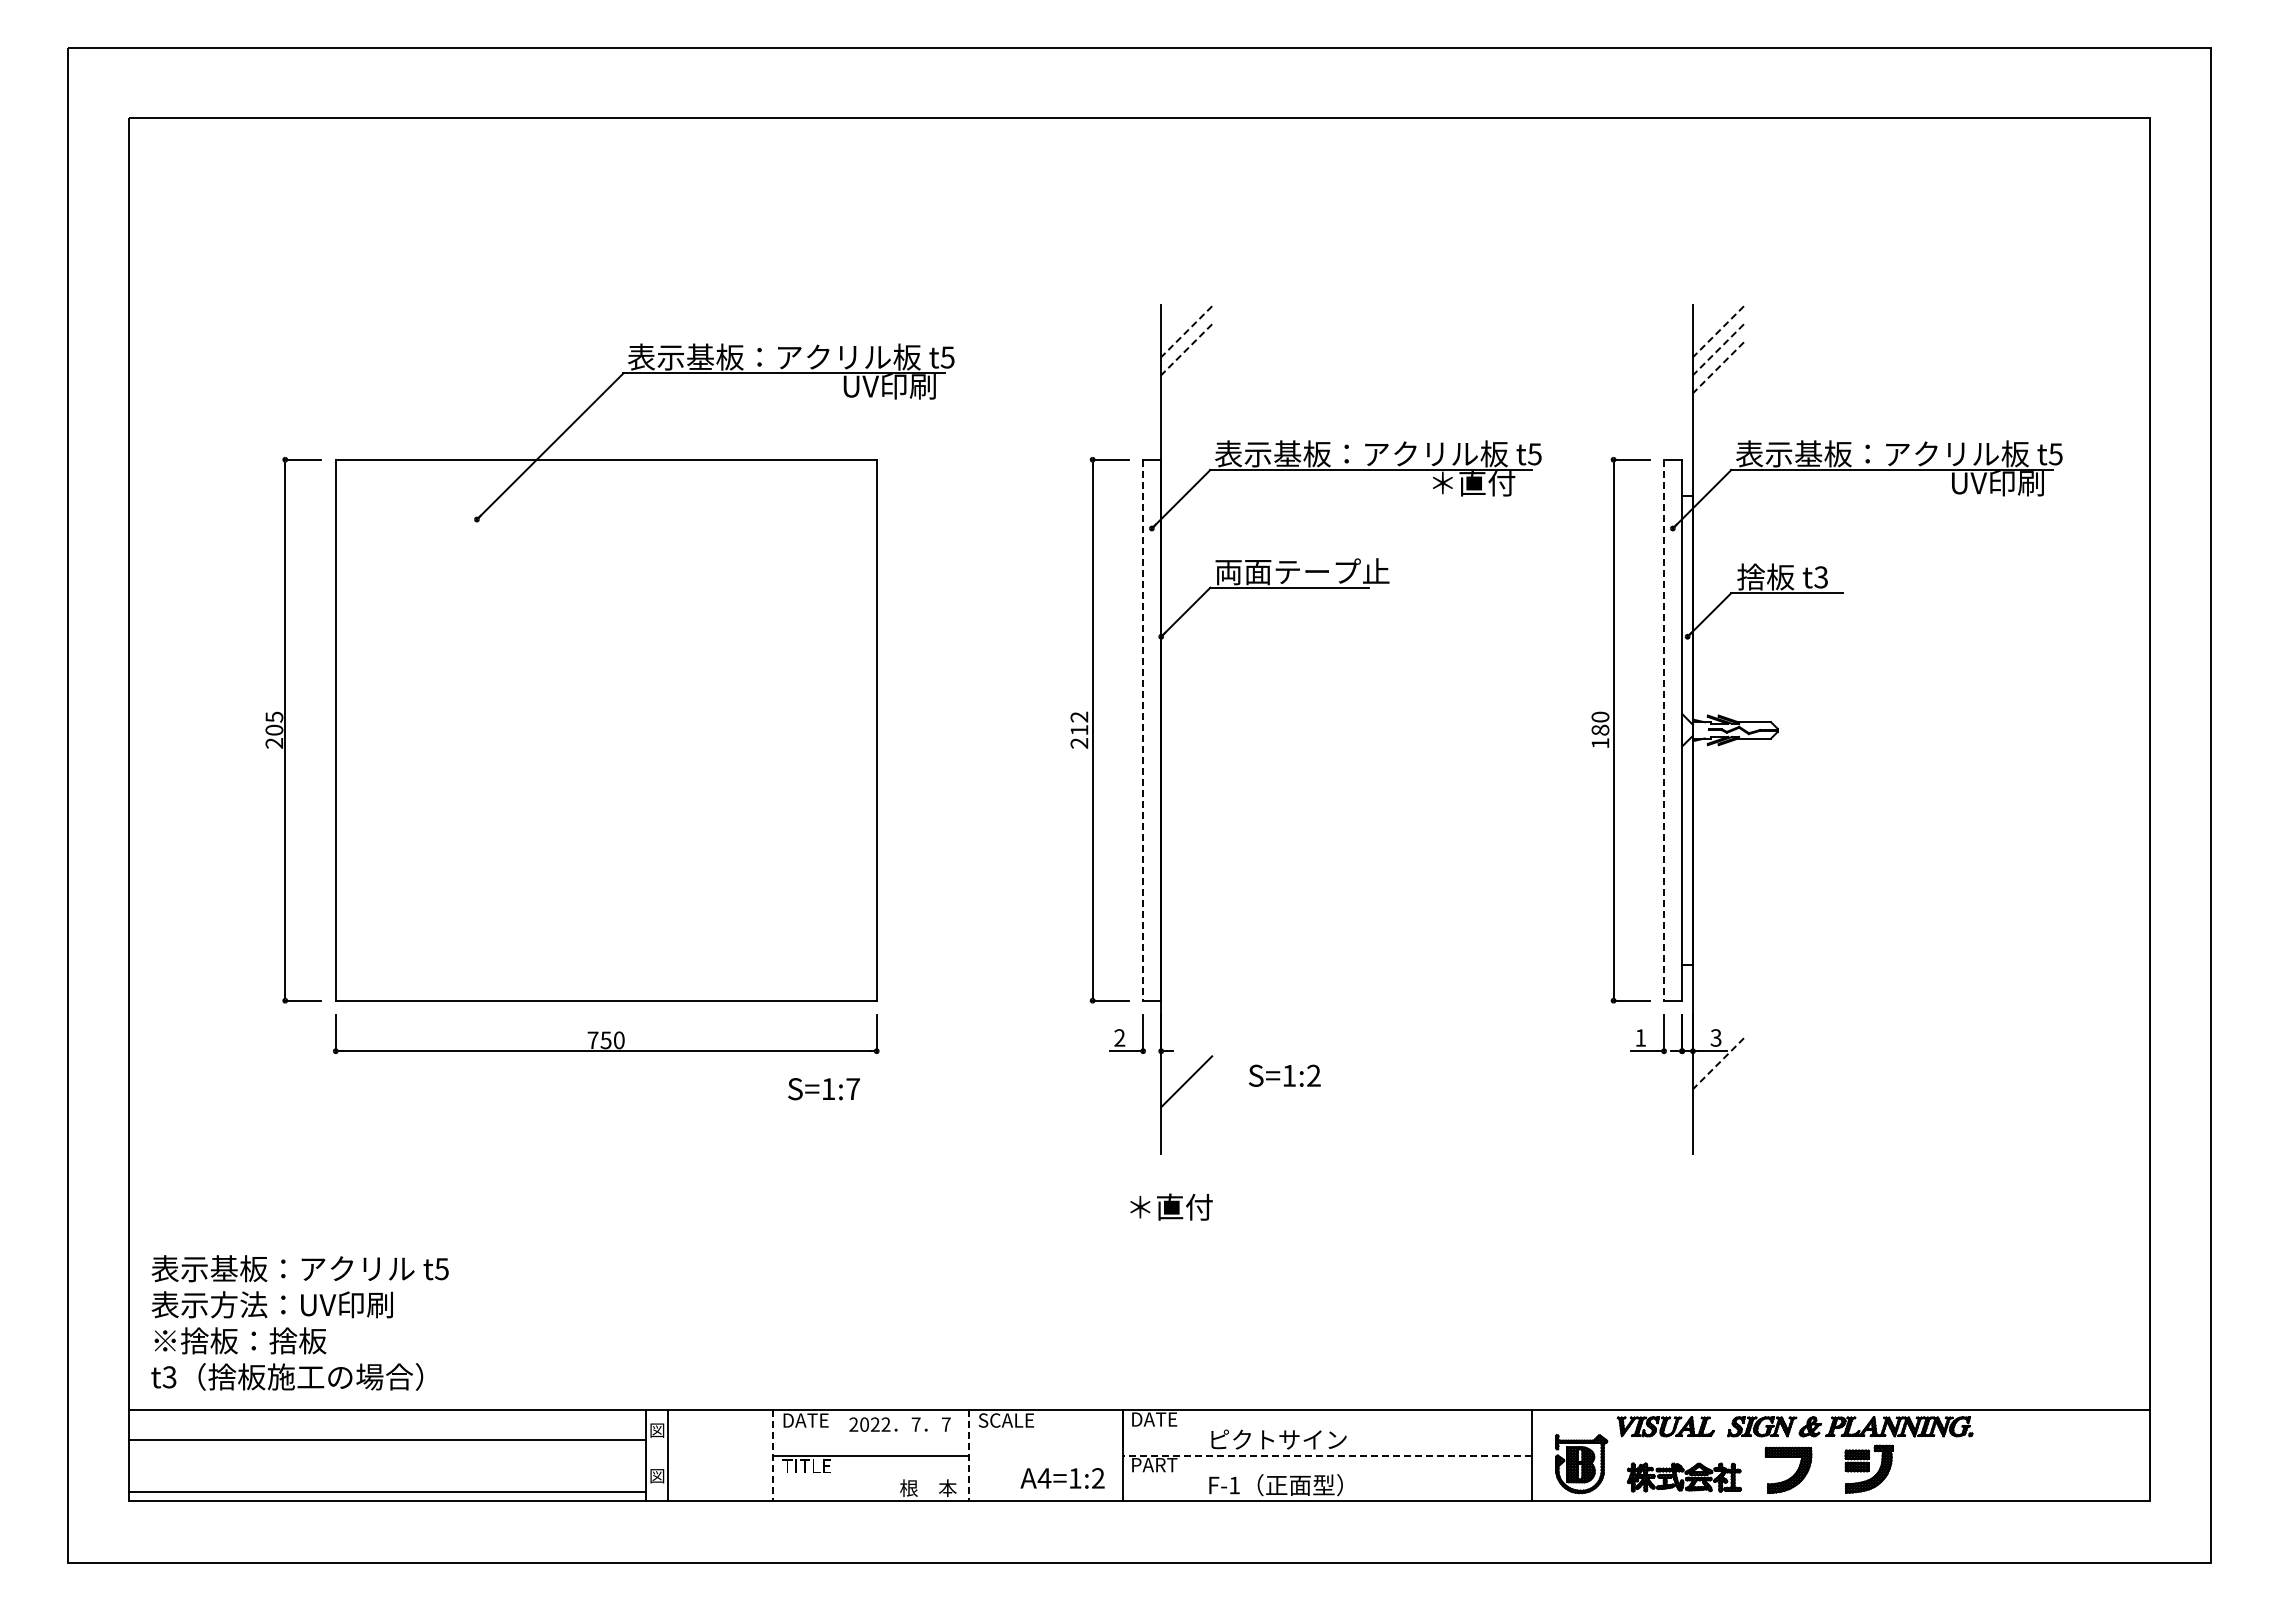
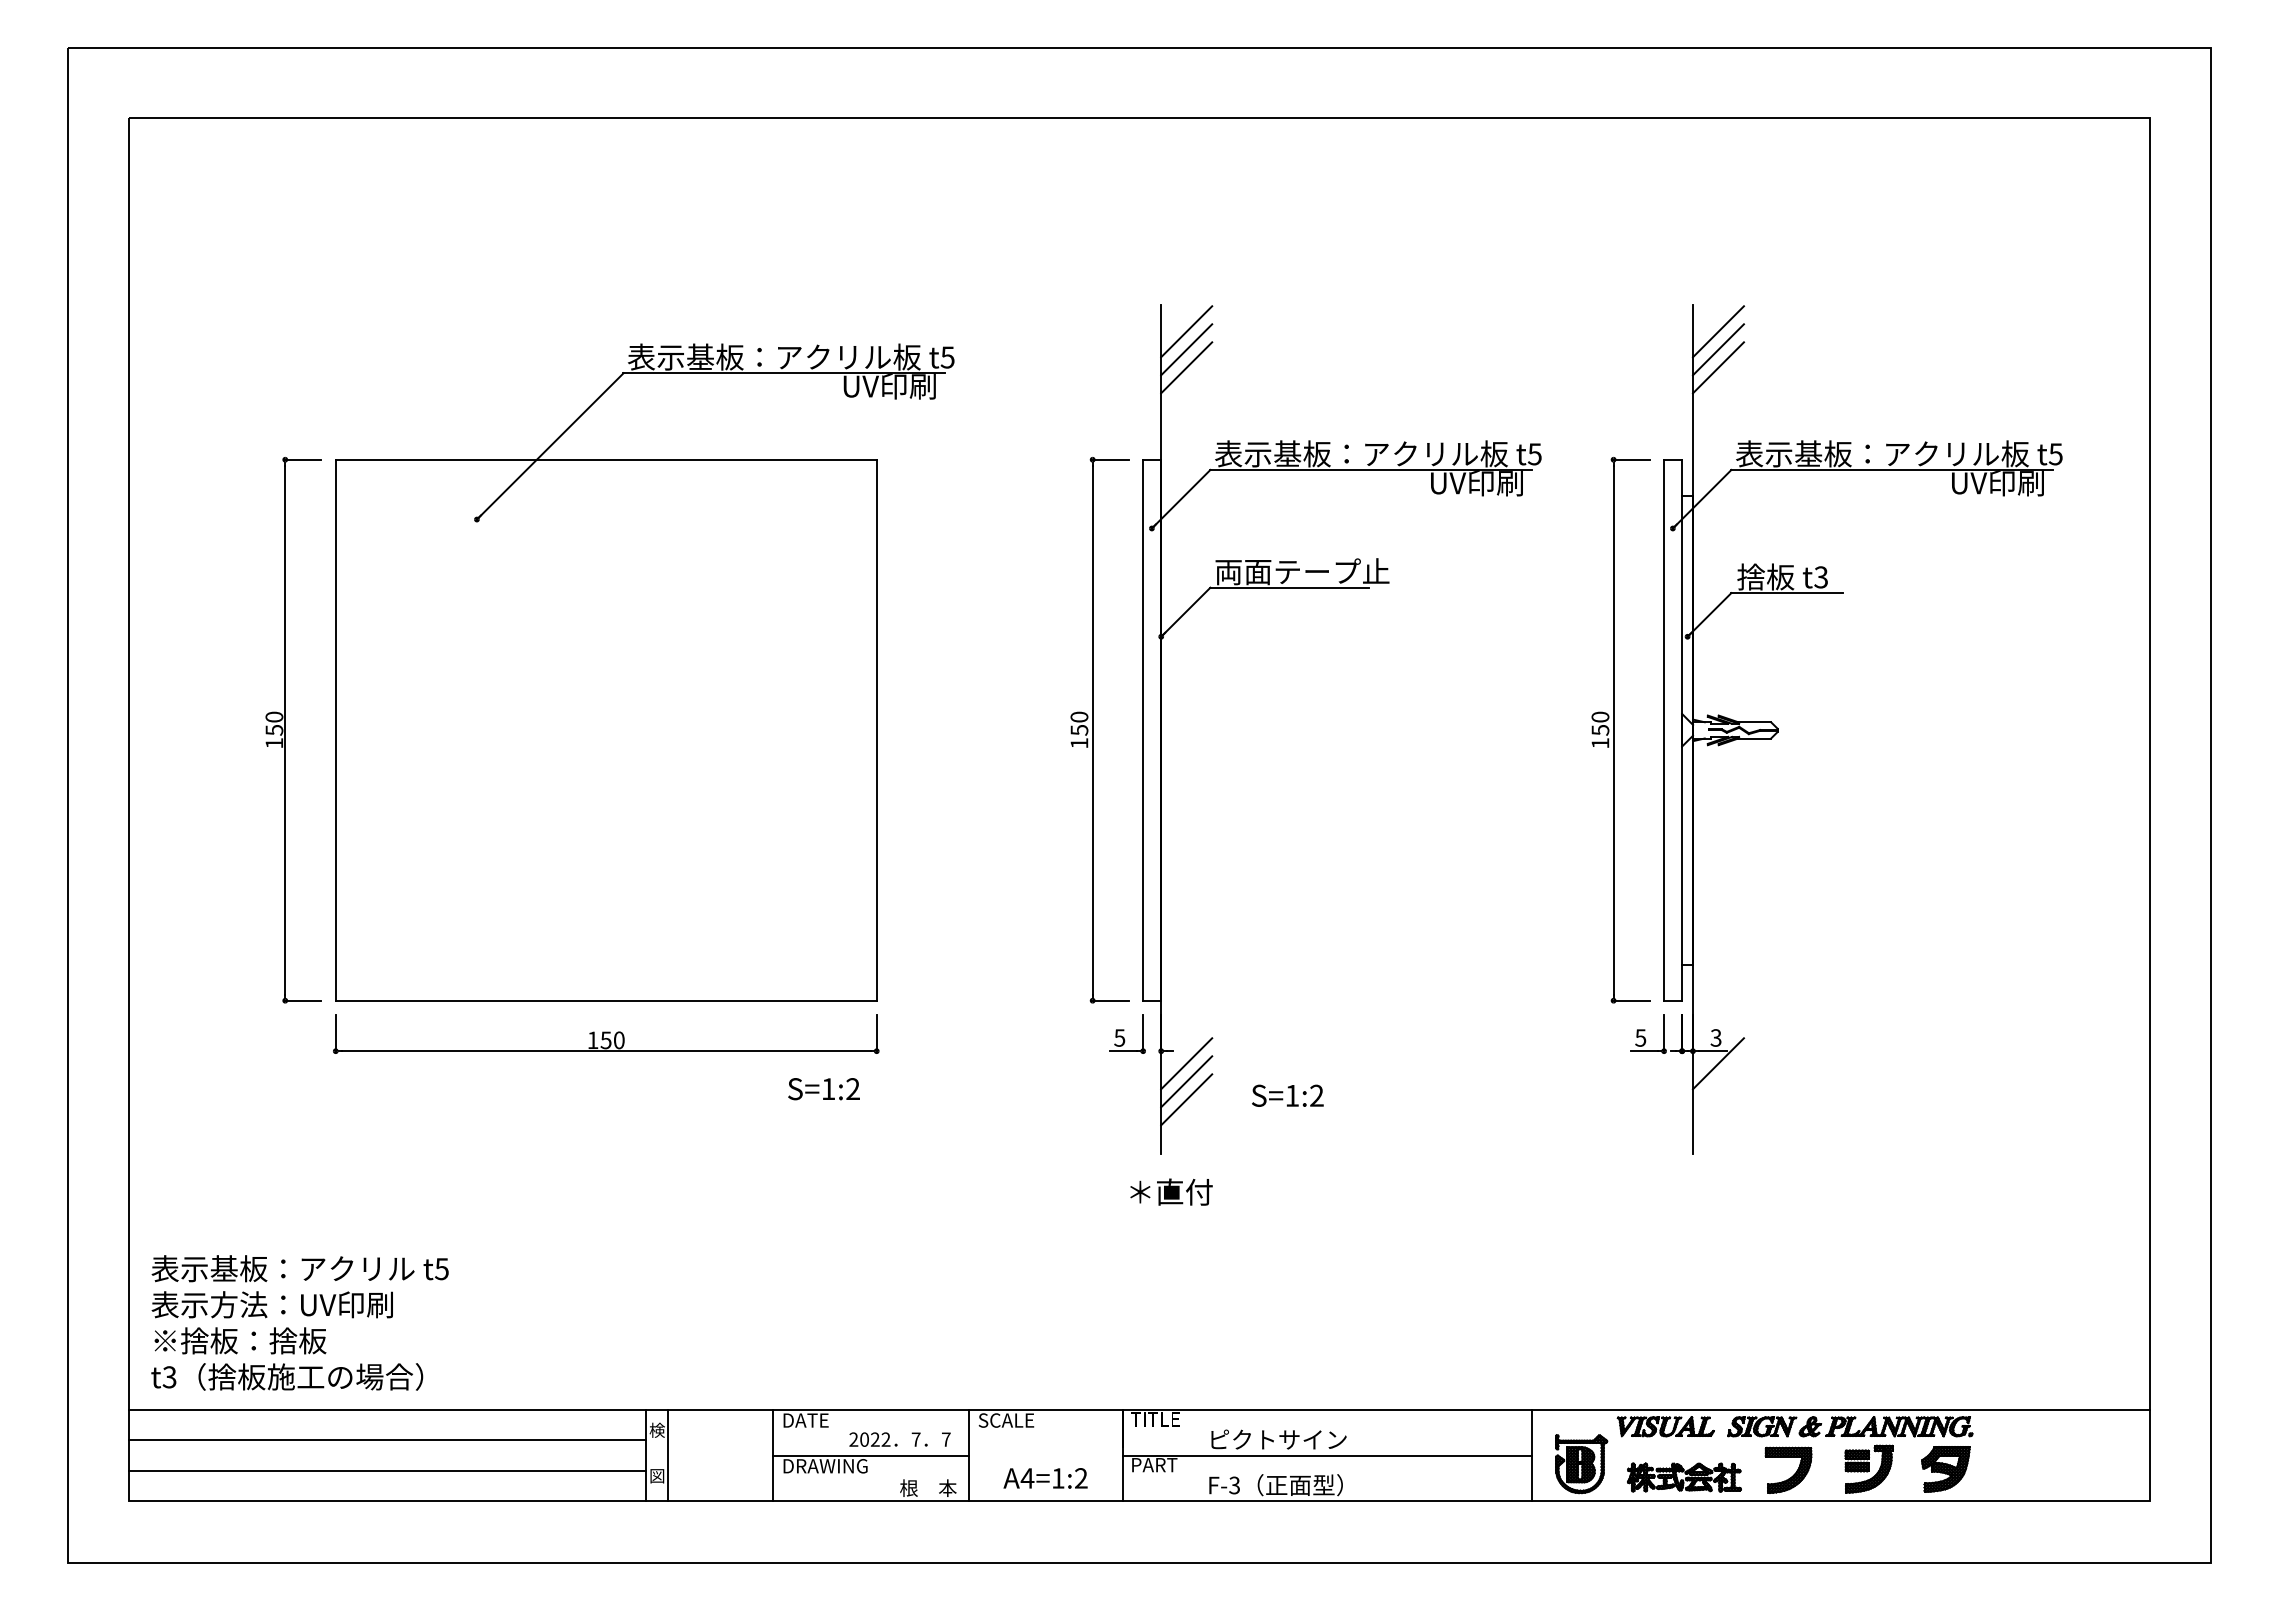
line at (1186, 332): dashed -> solid
line at (1718, 332): dashed -> solid
line at (1186, 350): dashed -> solid
line at (1718, 350): dashed -> solid
line at (1186, 367): none -> present
line at (1718, 368): dashed -> solid
text at (1476, 483): ＊直付 -> UV印刷
text at (274, 729): 205 -> 150
text at (1079, 729): 212 -> 150
text at (1600, 729): 180 -> 150
line at (1143, 730): dashed -> solid
line at (1664, 730): dashed -> solid
text at (1119, 1037): 2 -> 5
text at (1640, 1037): 1 -> 5
text at (592, 1039): 750 -> 150
line at (1186, 1063): none -> present
line at (1718, 1064): dashed -> solid
text at (1284, 1075) position: (1284, 1075) -> (1287, 1095)
text at (852, 1088): S=1:7 -> S=1:2
line at (1186, 1099): none -> present
text at (1171, 1206) position: (1171, 1206) -> (1171, 1191)
text at (1155, 1419): DATE -> TITLE
text at (899, 1424) position: (899, 1424) -> (899, 1439)
text at (656, 1429): 図 -> 検
line at (772, 1455): dashed -> solid
line at (969, 1455): dashed -> solid
line at (1326, 1455): dashed -> solid
text at (824, 1466): TITLE -> DRAWING
part at (1945, 1469): none -> present
text at (1062, 1478) position: (1062, 1478) -> (1045, 1478)
text at (1234, 1485): F-1 -> F-3
line at (387, 1491) position: (387, 1491) -> (387, 1470)
